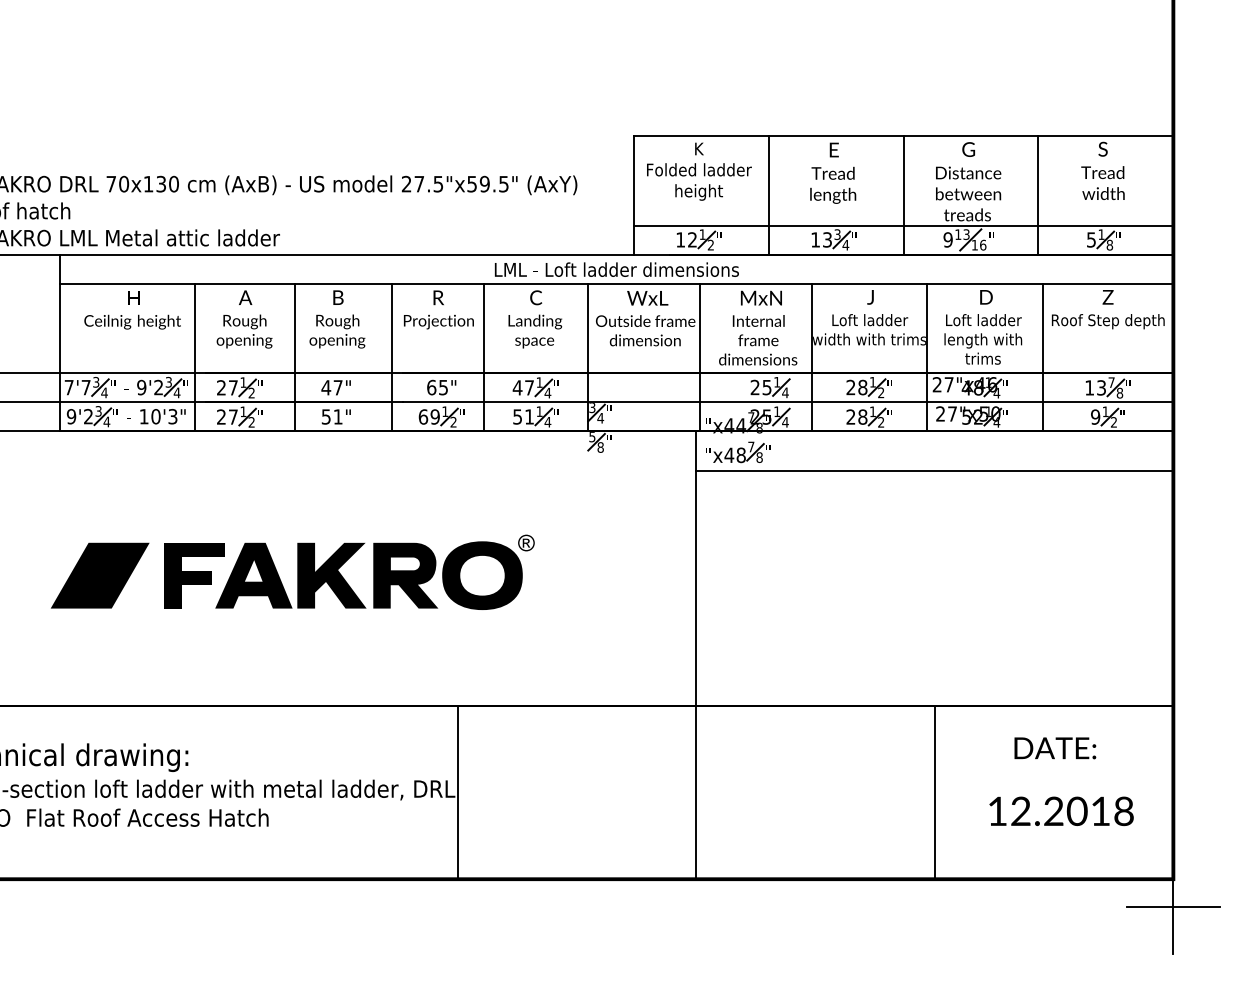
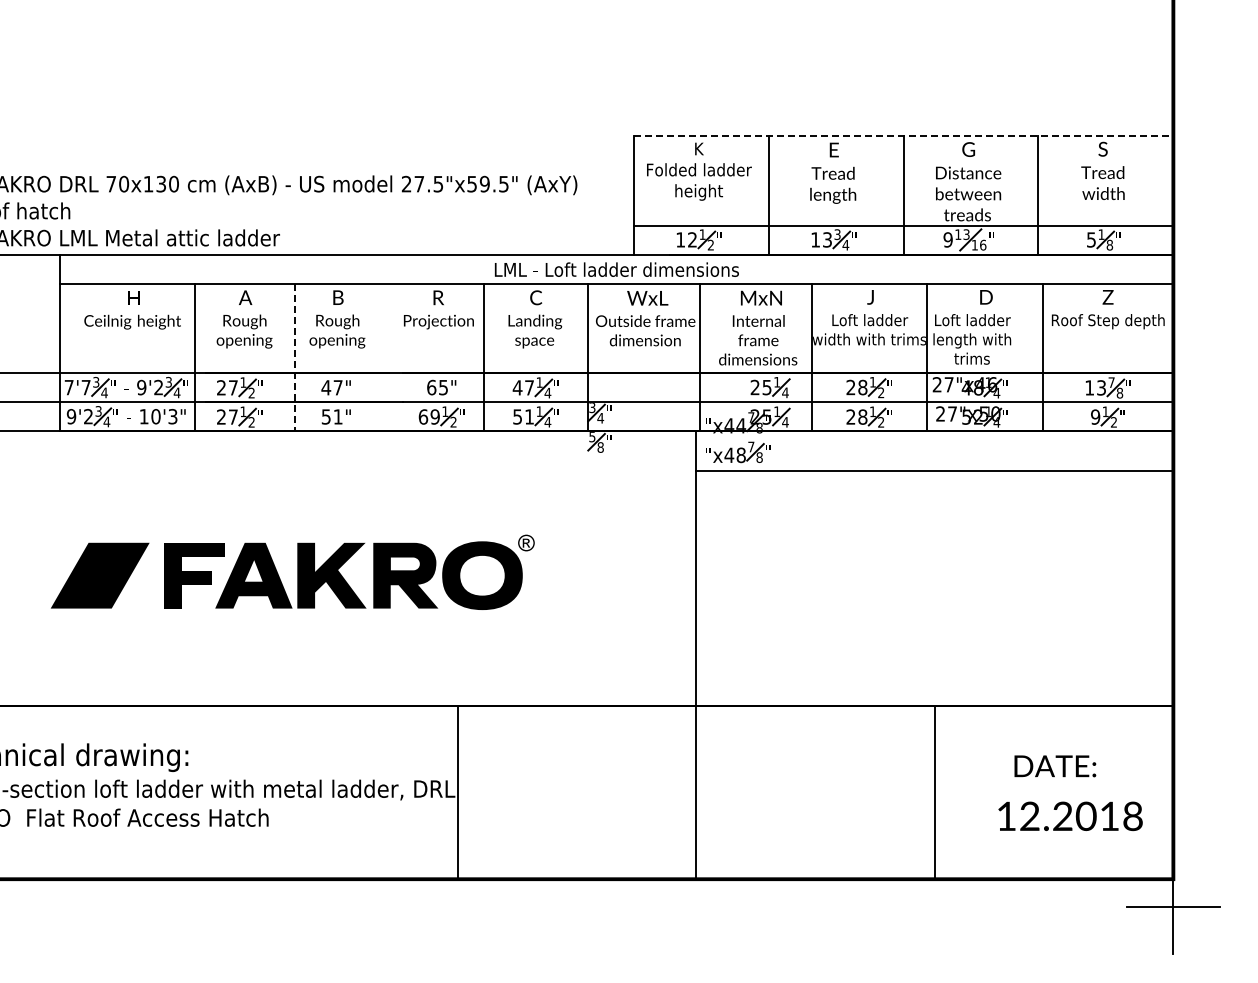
line at (903, 136): solid -> dashed
text at (983, 339) position: (983, 339) -> (972, 339)
line at (295, 357): solid -> dashed
line at (391, 357): present -> none
text at (1055, 748) position: (1055, 748) -> (1055, 766)
text at (1061, 811) position: (1061, 811) -> (1070, 816)
